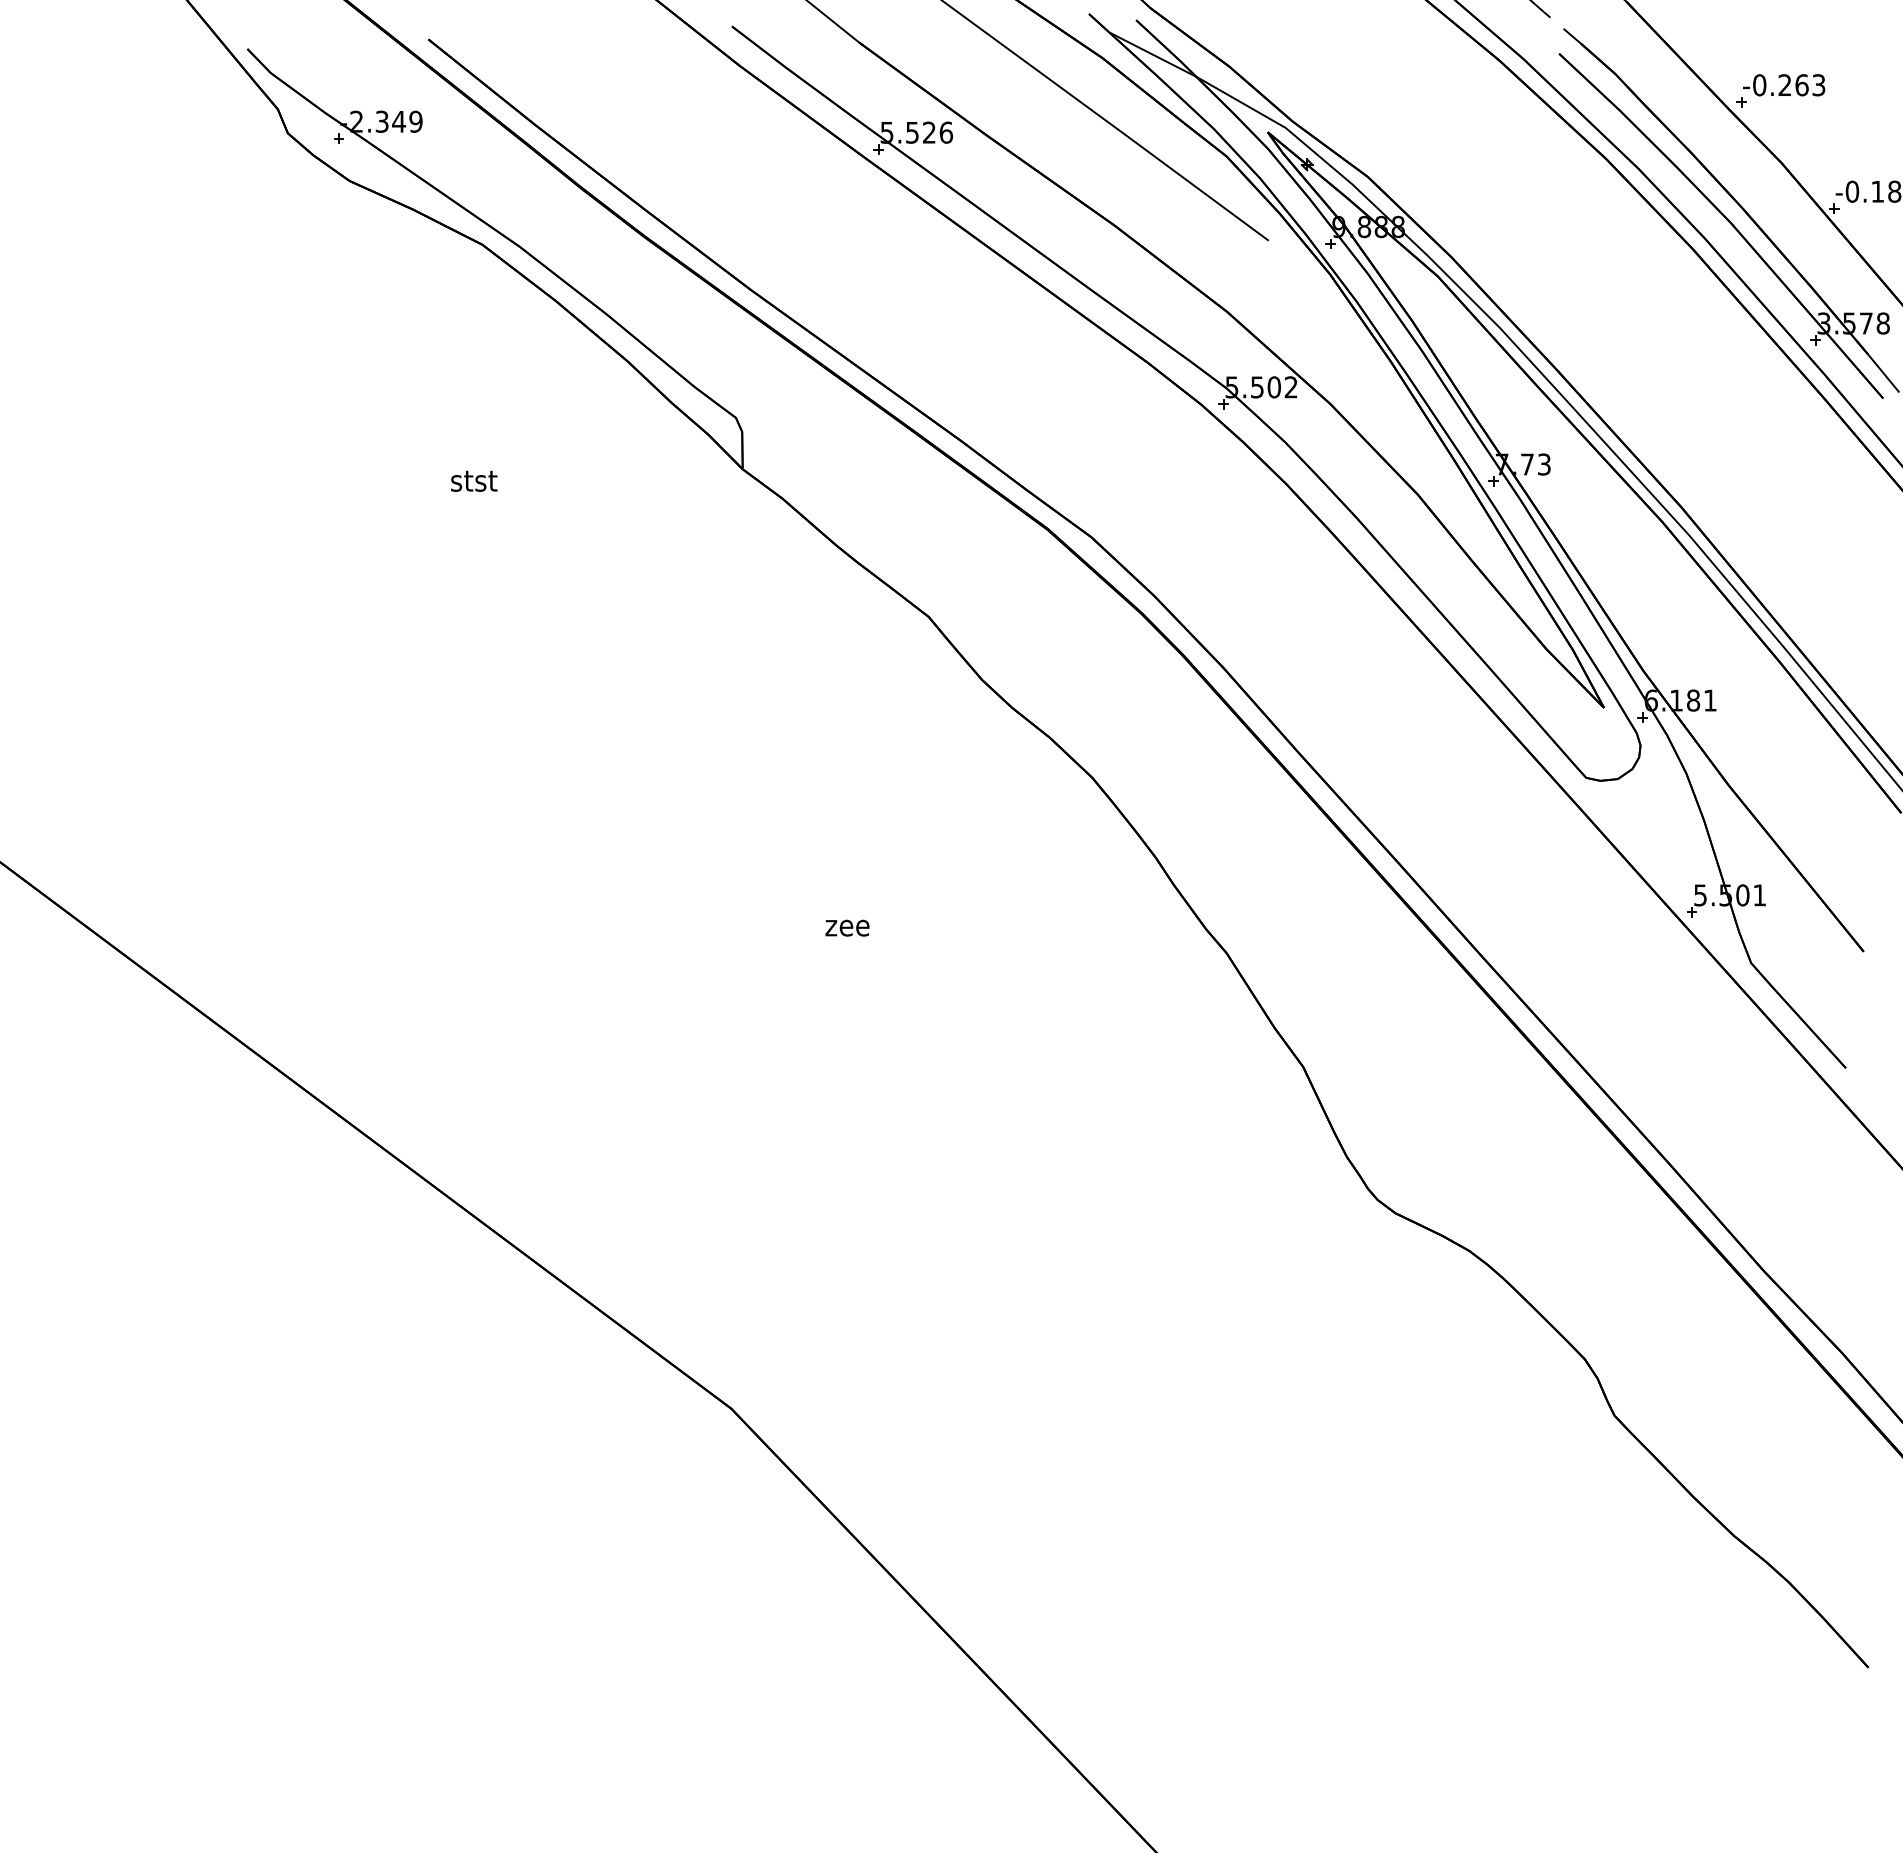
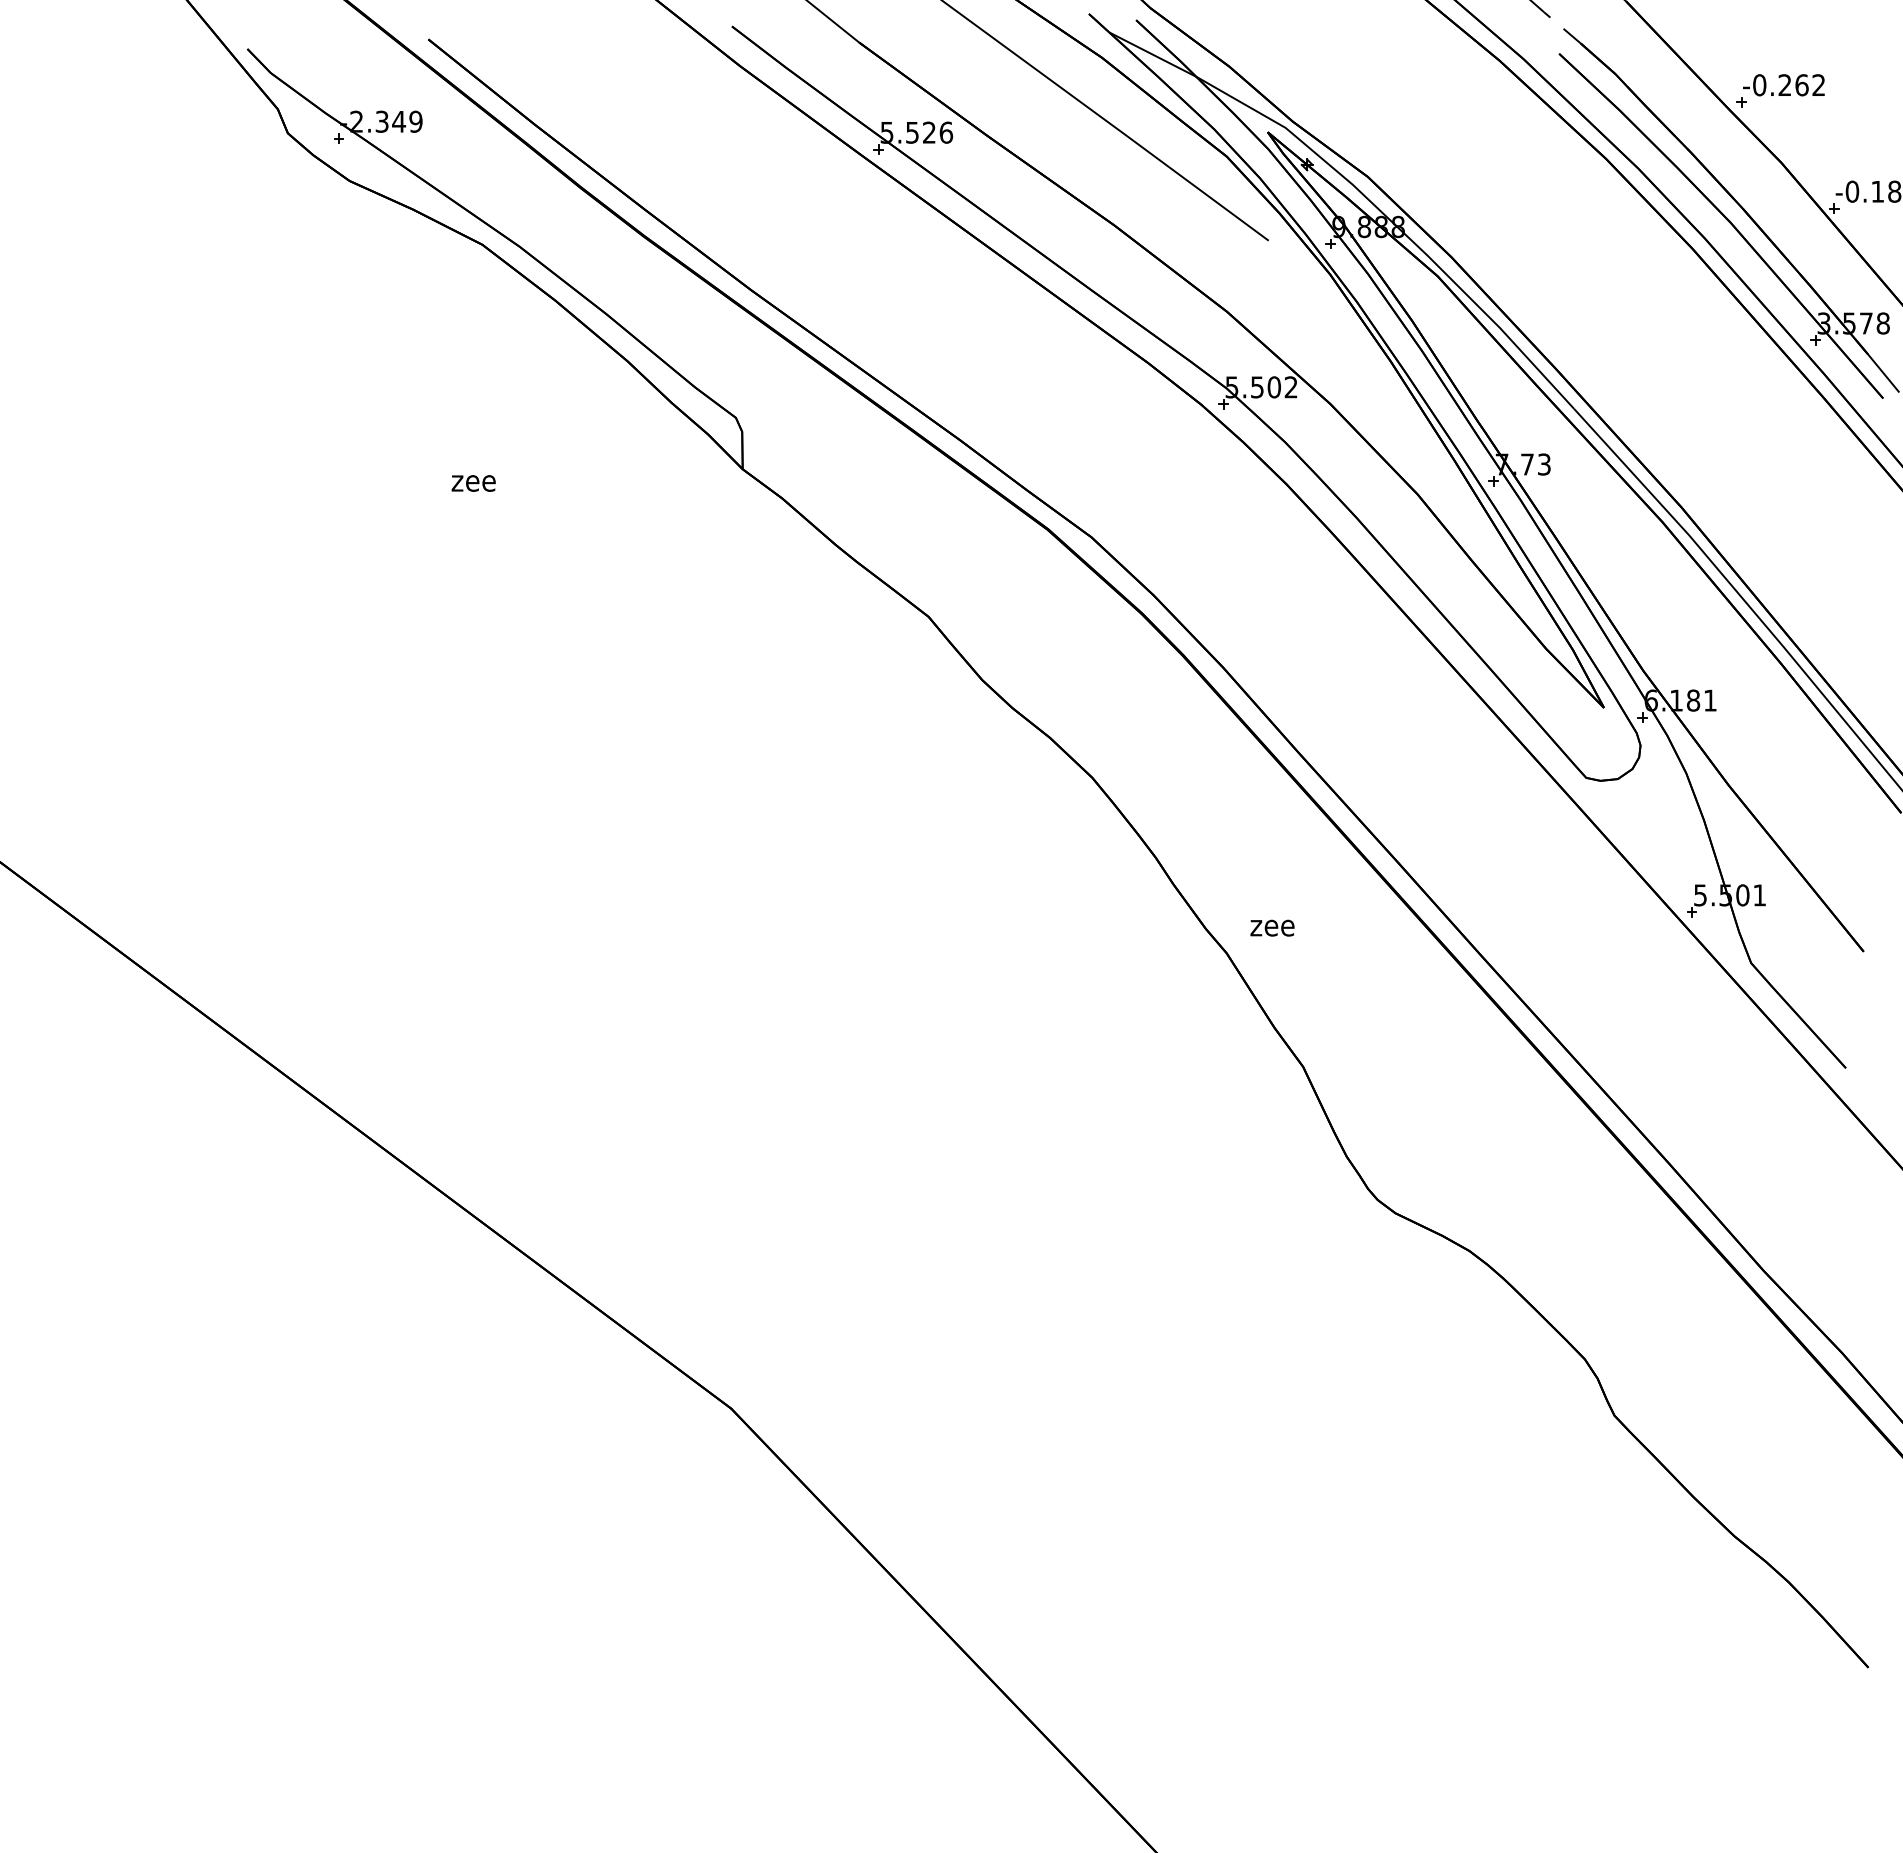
text at (1818, 85): -0.263 -> -0.262
text at (474, 480): stst -> zee
text at (847, 927) position: (847, 927) -> (1272, 927)
